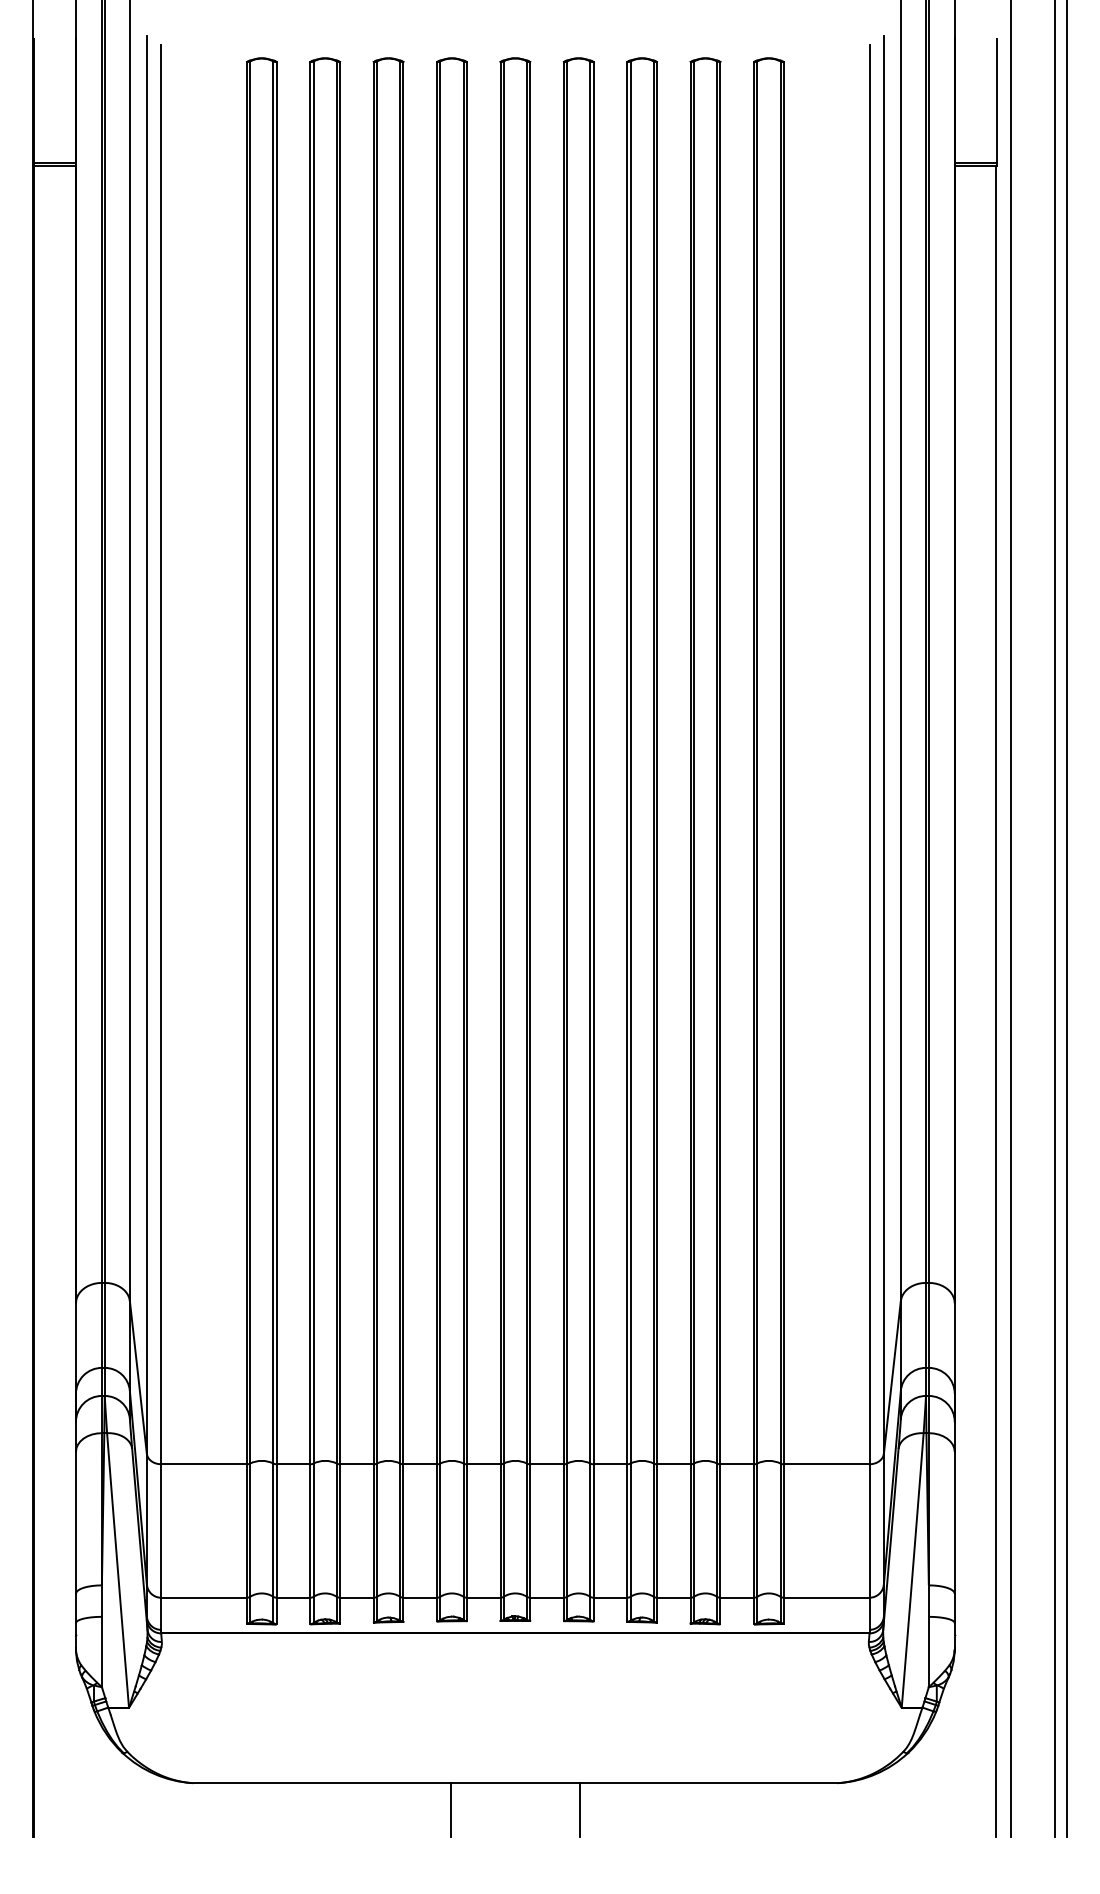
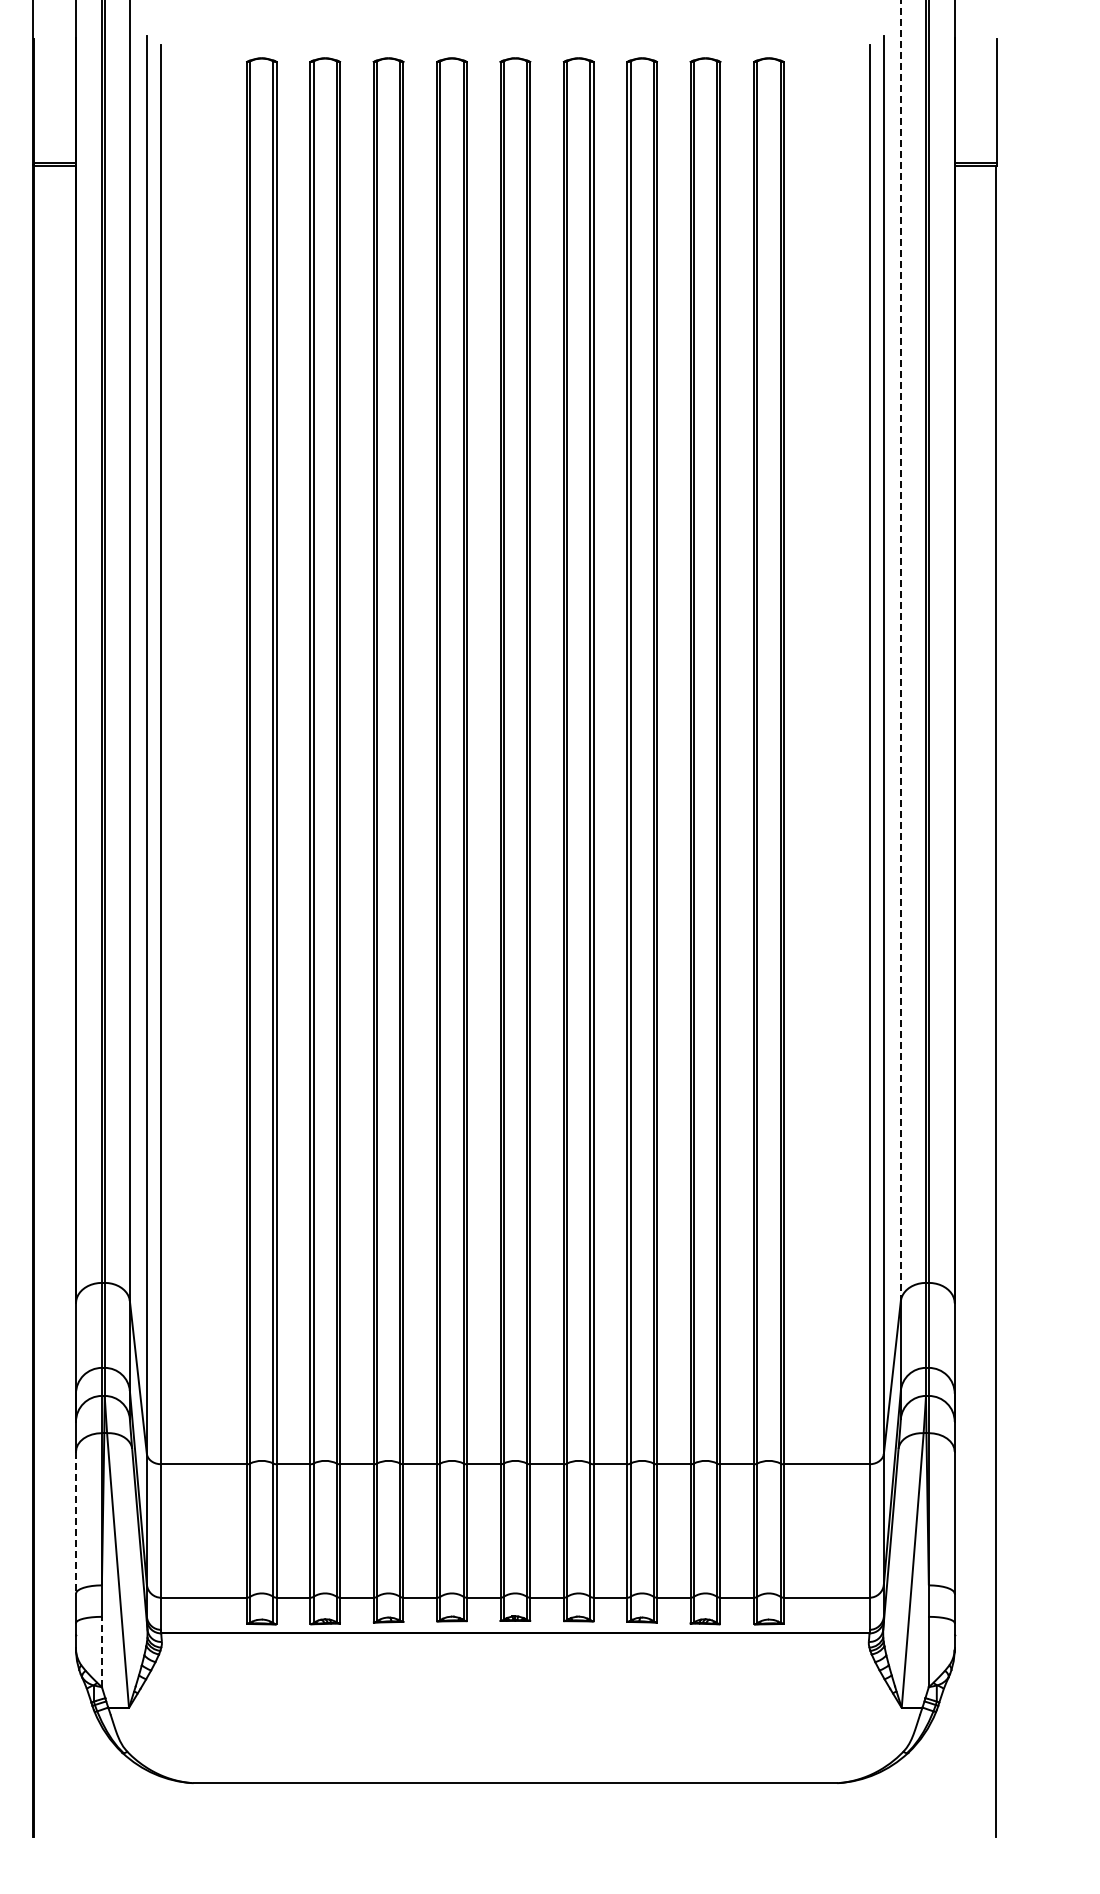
line at (900, 651): solid -> dashed
line at (1010, 919): present -> none
line at (1055, 919): present -> none
line at (1066, 919): present -> none
line at (76, 1522): solid -> dashed
line at (101, 1651): solid -> dashed
line at (450, 1810): present -> none
line at (580, 1810): present -> none
